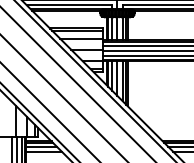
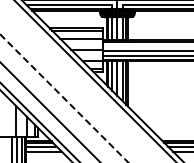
line at (146, 45): present -> none
line at (77, 84): present -> none
line at (63, 97): solid -> dashed
